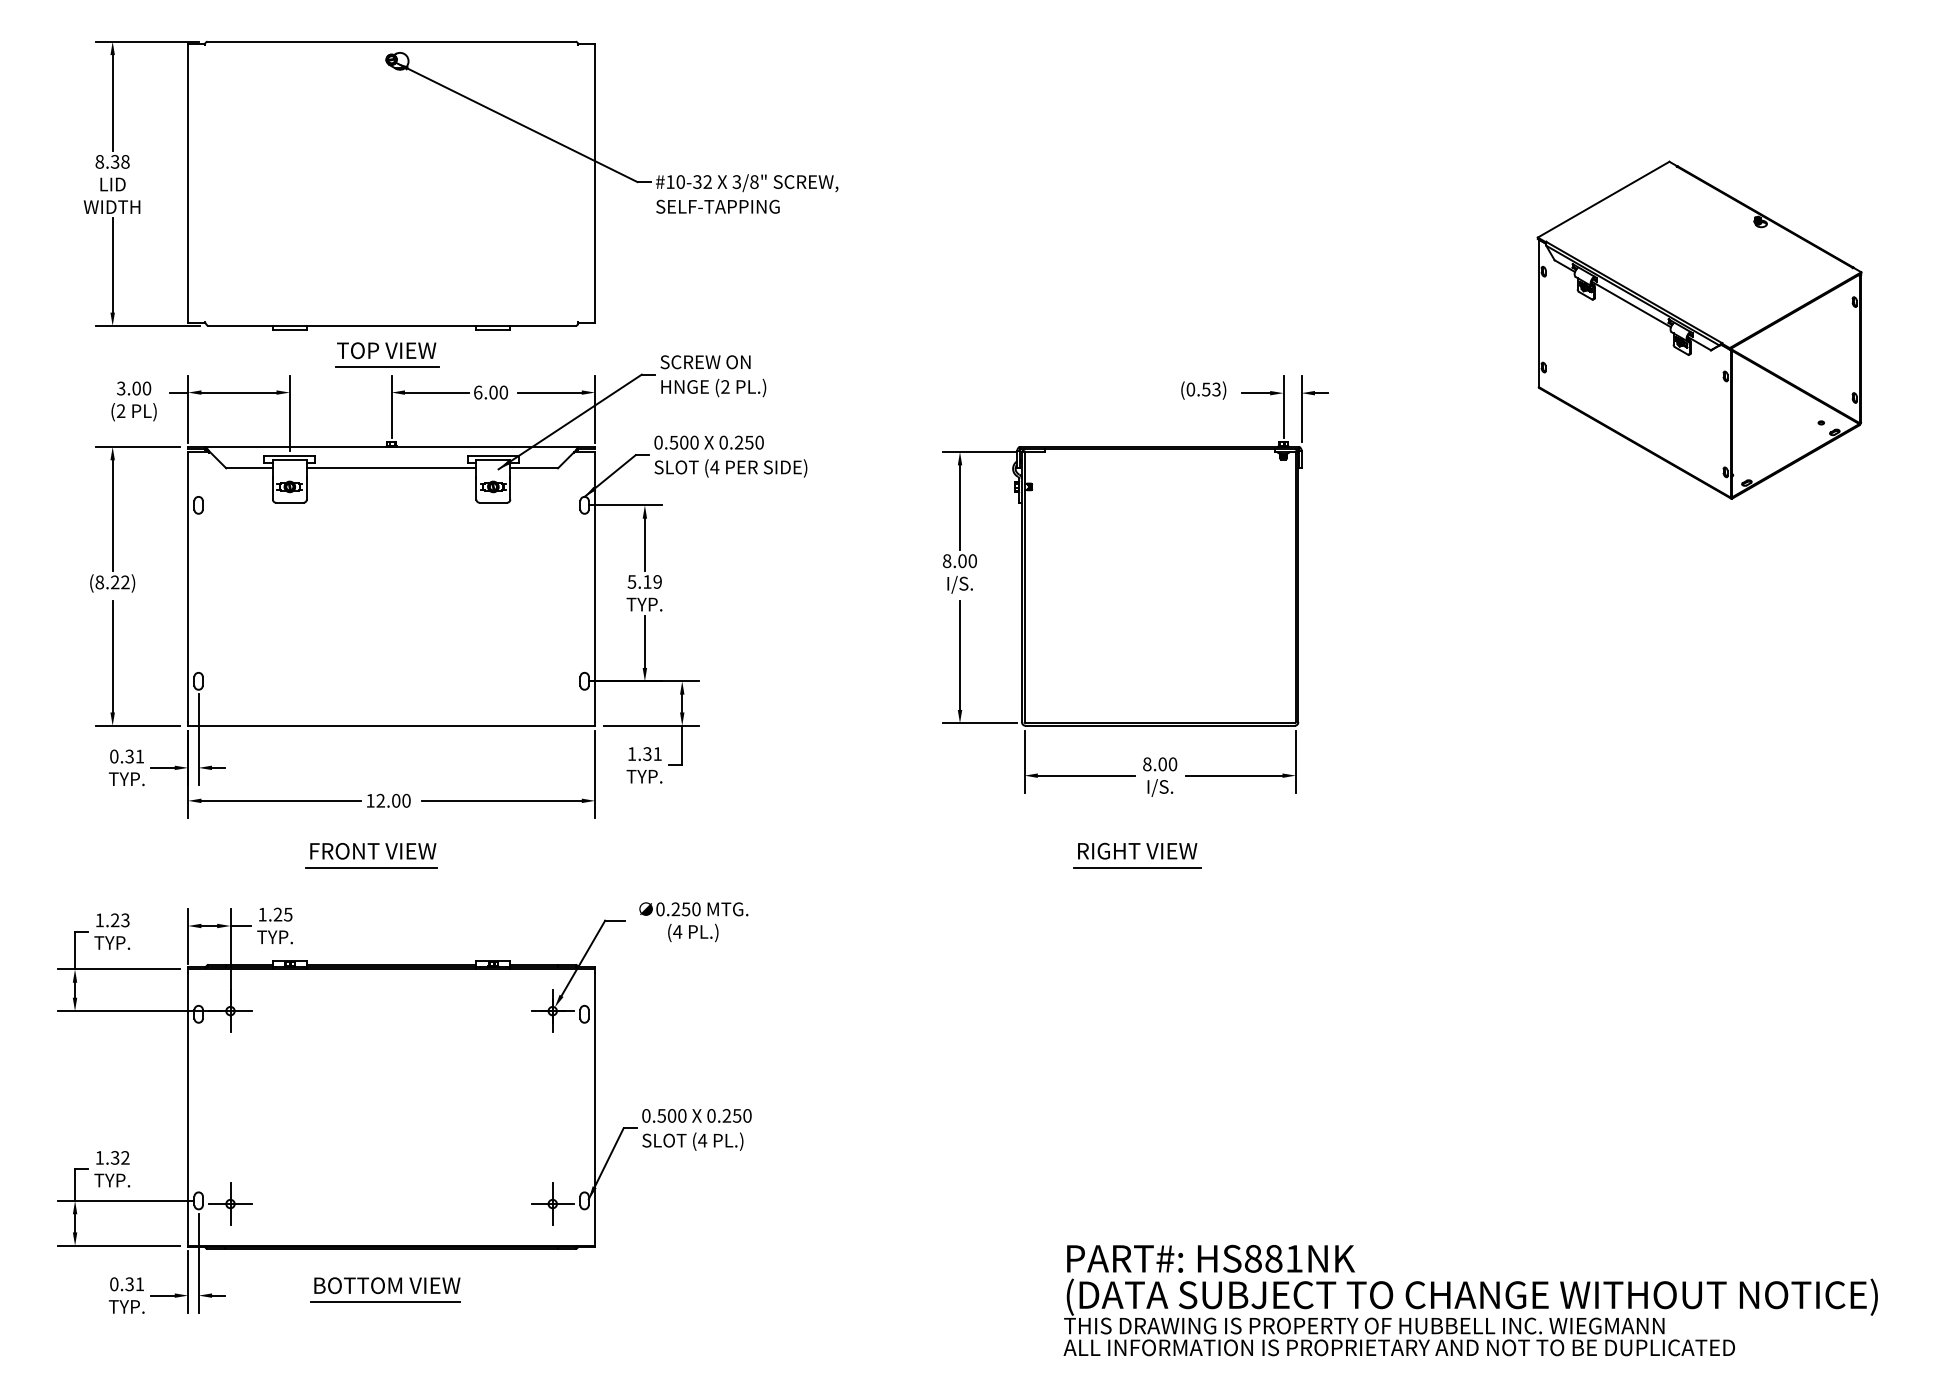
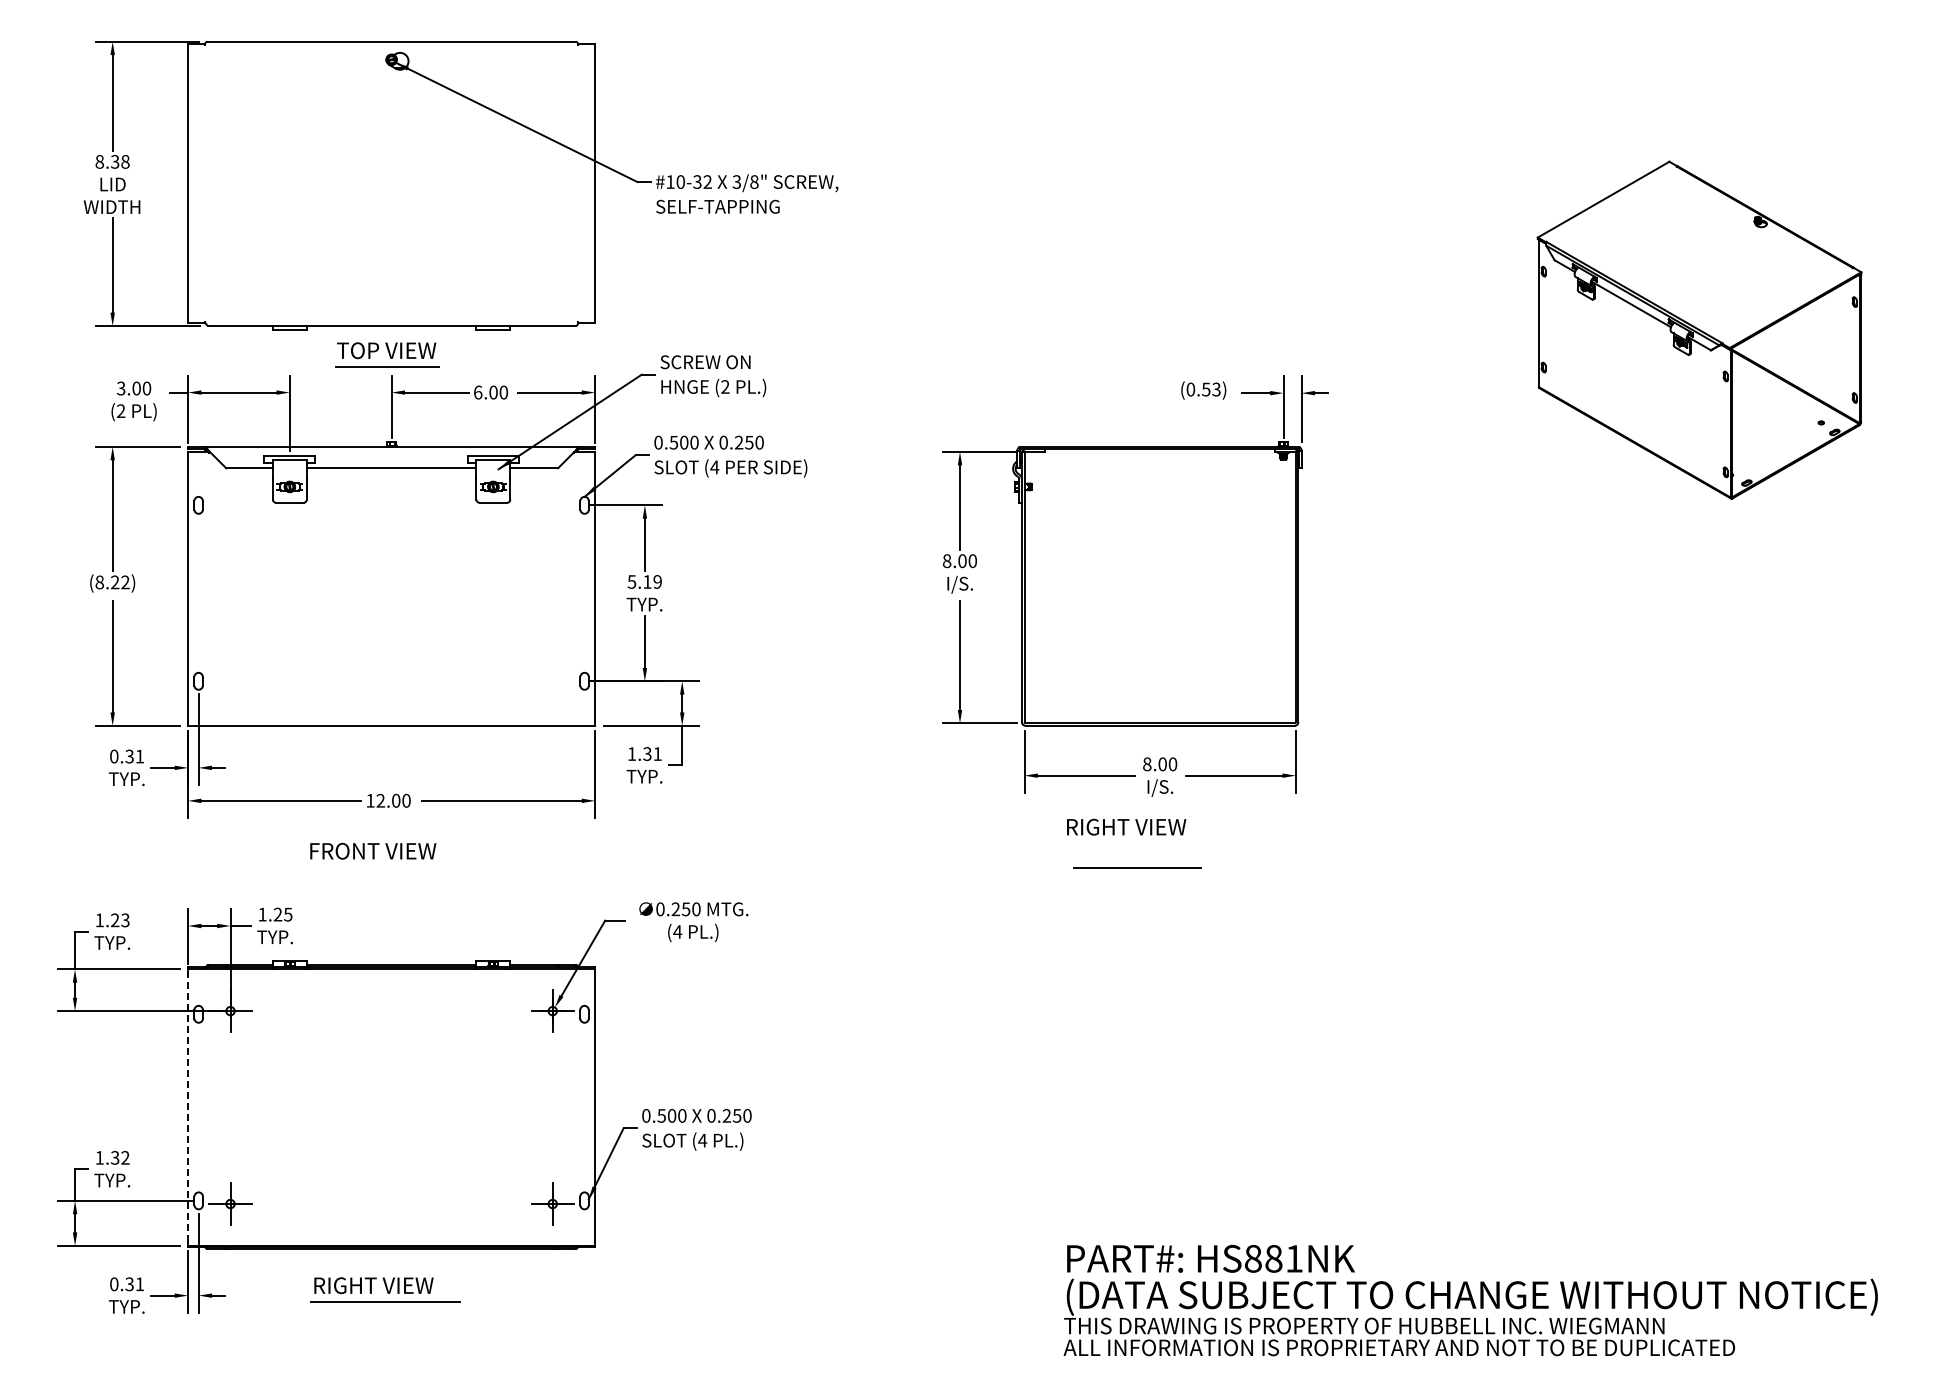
text at (1137, 850) position: (1137, 850) -> (1126, 826)
line at (371, 867): present -> none
line at (188, 1107): solid -> dashed
text at (388, 1285): BOTTOM VIEW -> RIGHT VIEW
